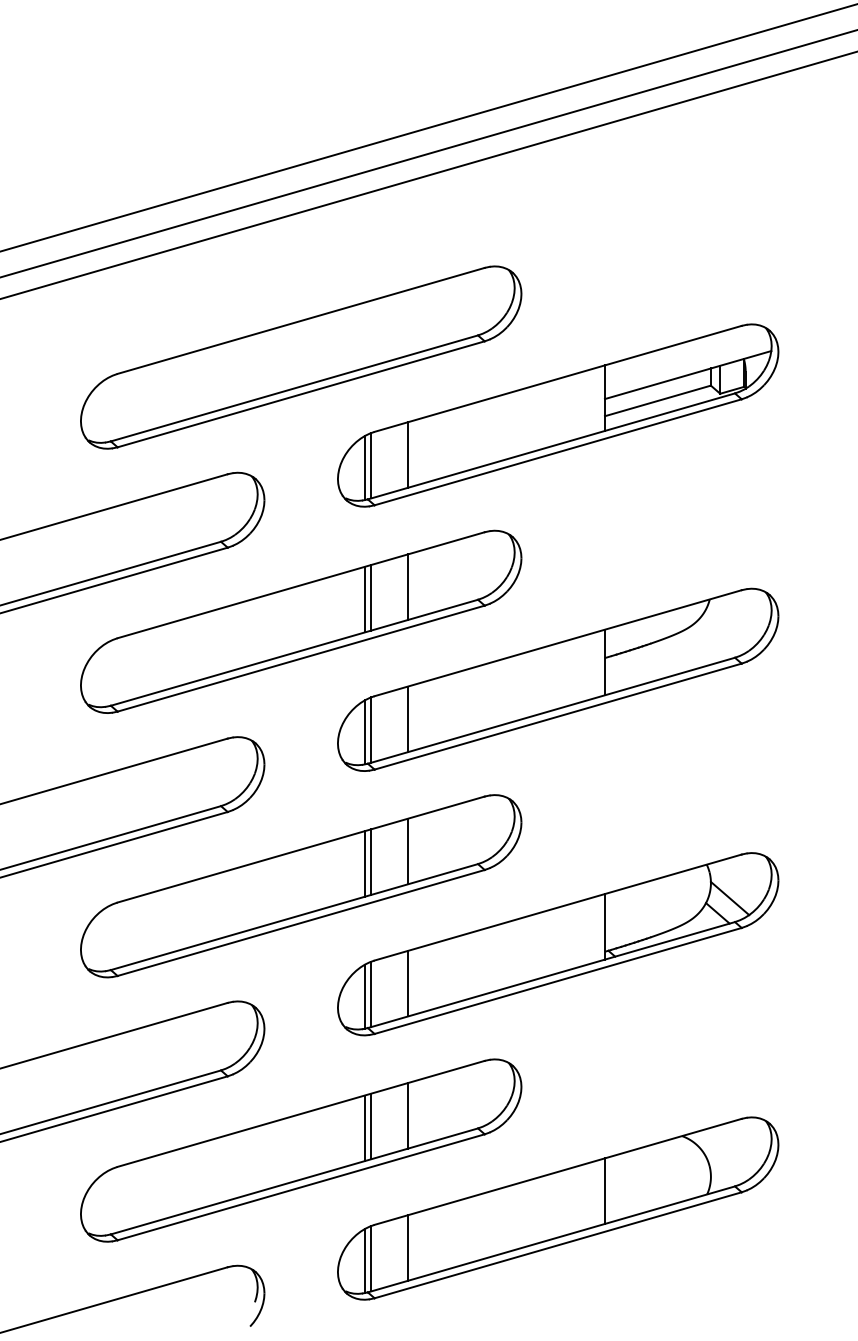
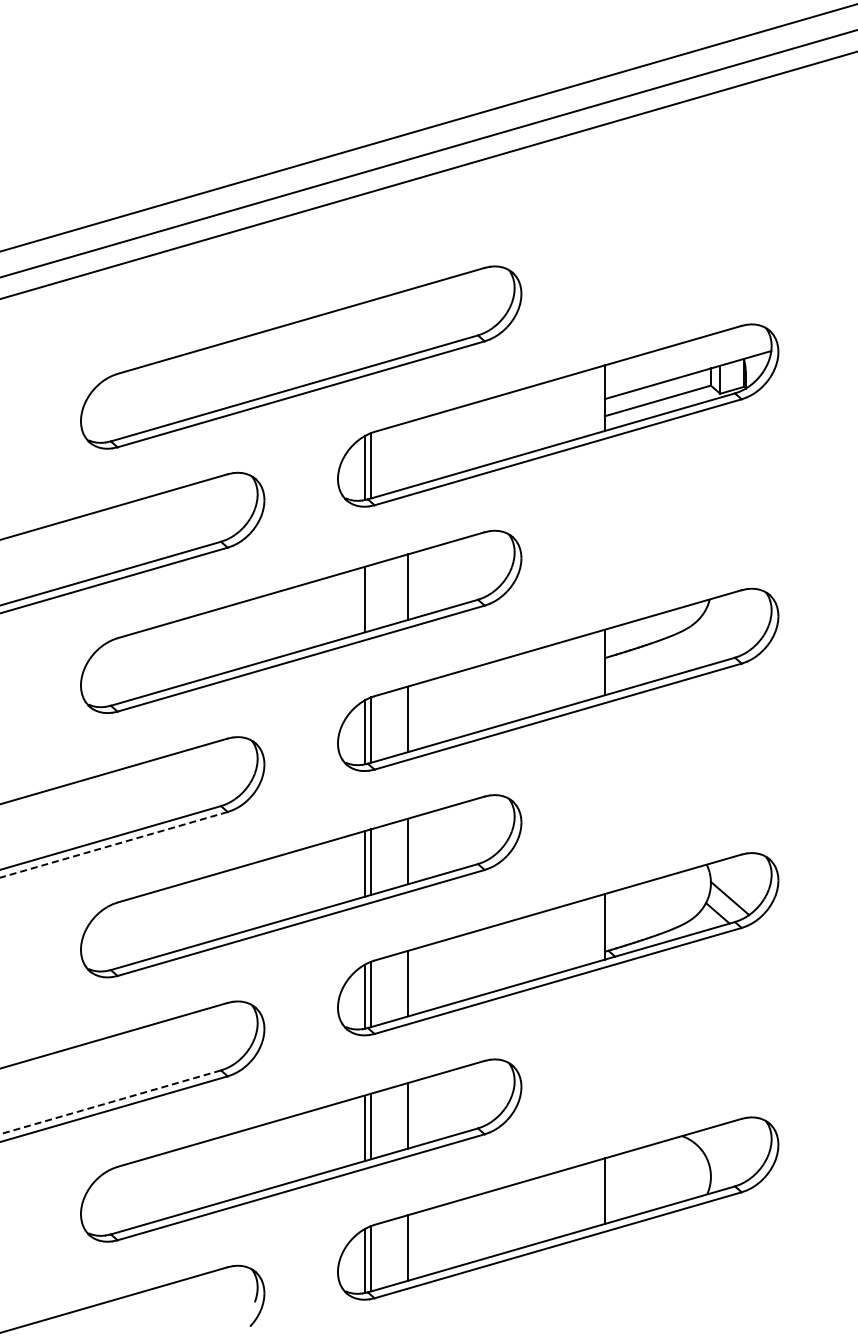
line at (408, 454): present -> none
line at (371, 597): present -> none
line at (113, 844): solid -> dashed
line at (110, 1102): solid -> dashed
